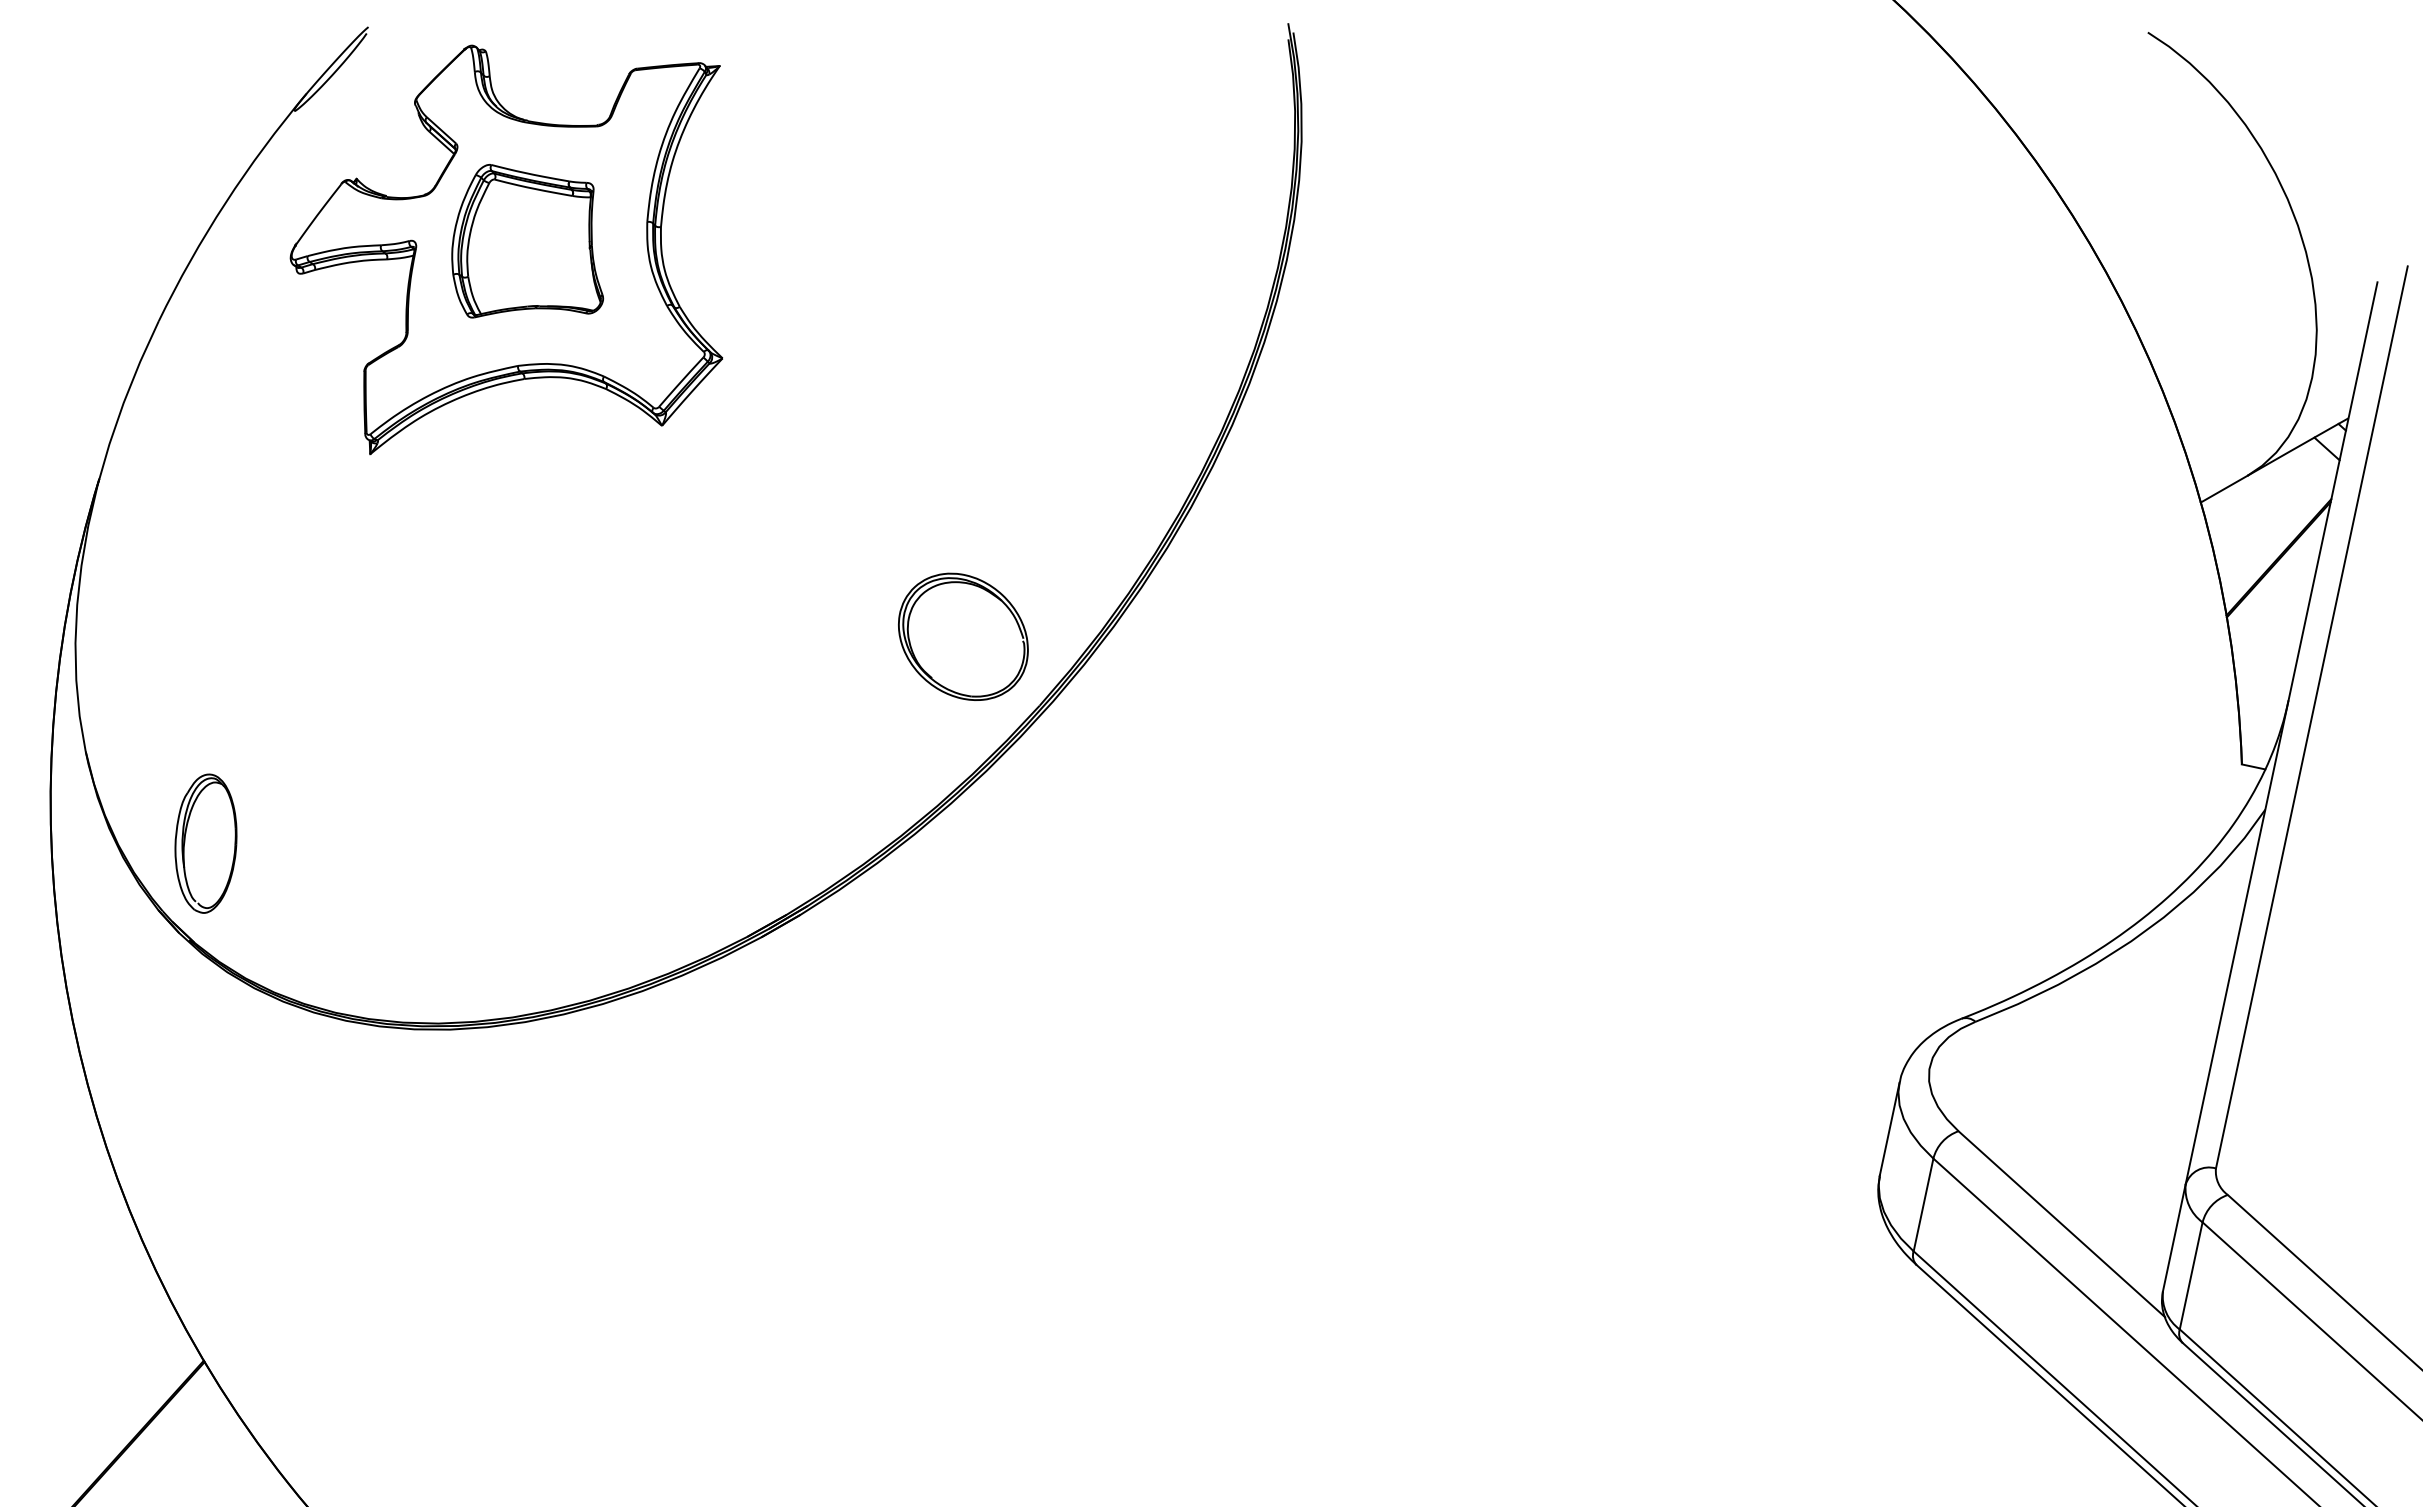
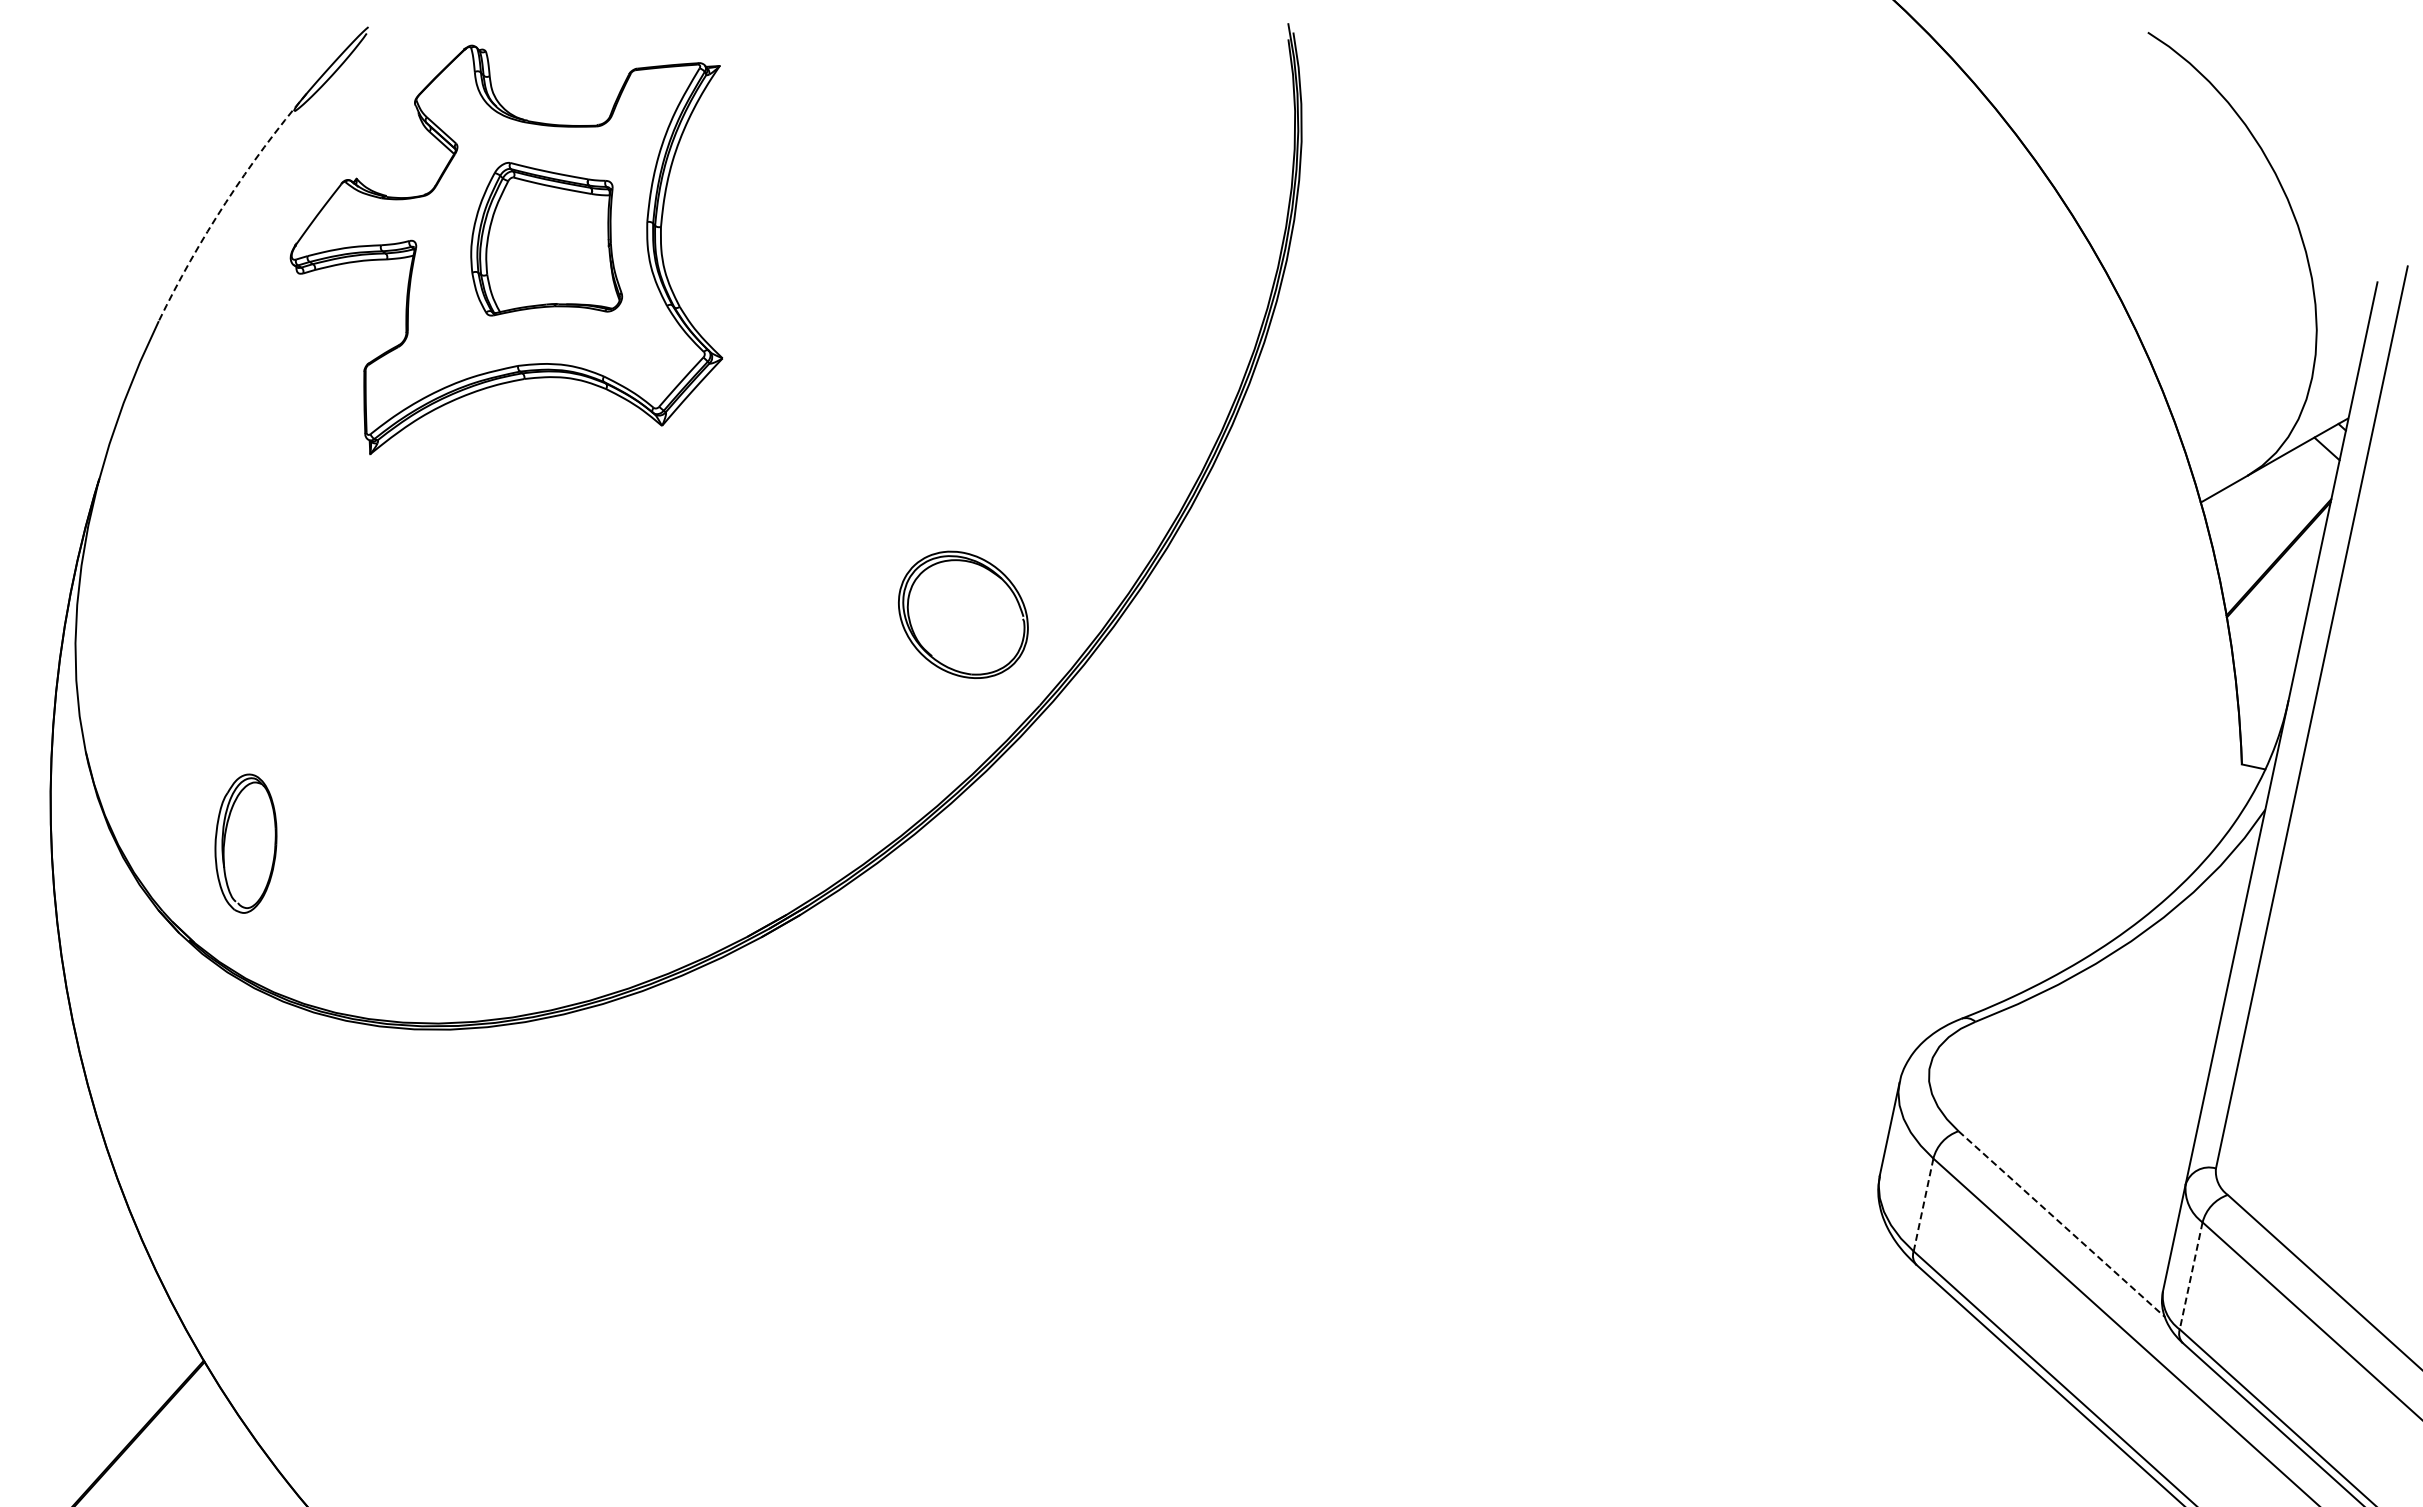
arc at (225, 202): solid -> dashed
part at (527, 241) position: (527, 241) -> (546, 239)
part at (963, 636) position: (963, 636) -> (963, 614)
part at (205, 843) position: (205, 843) -> (245, 843)
line at (1923, 1205): solid -> dashed
line at (2061, 1224): solid -> dashed
line at (2191, 1275): solid -> dashed
